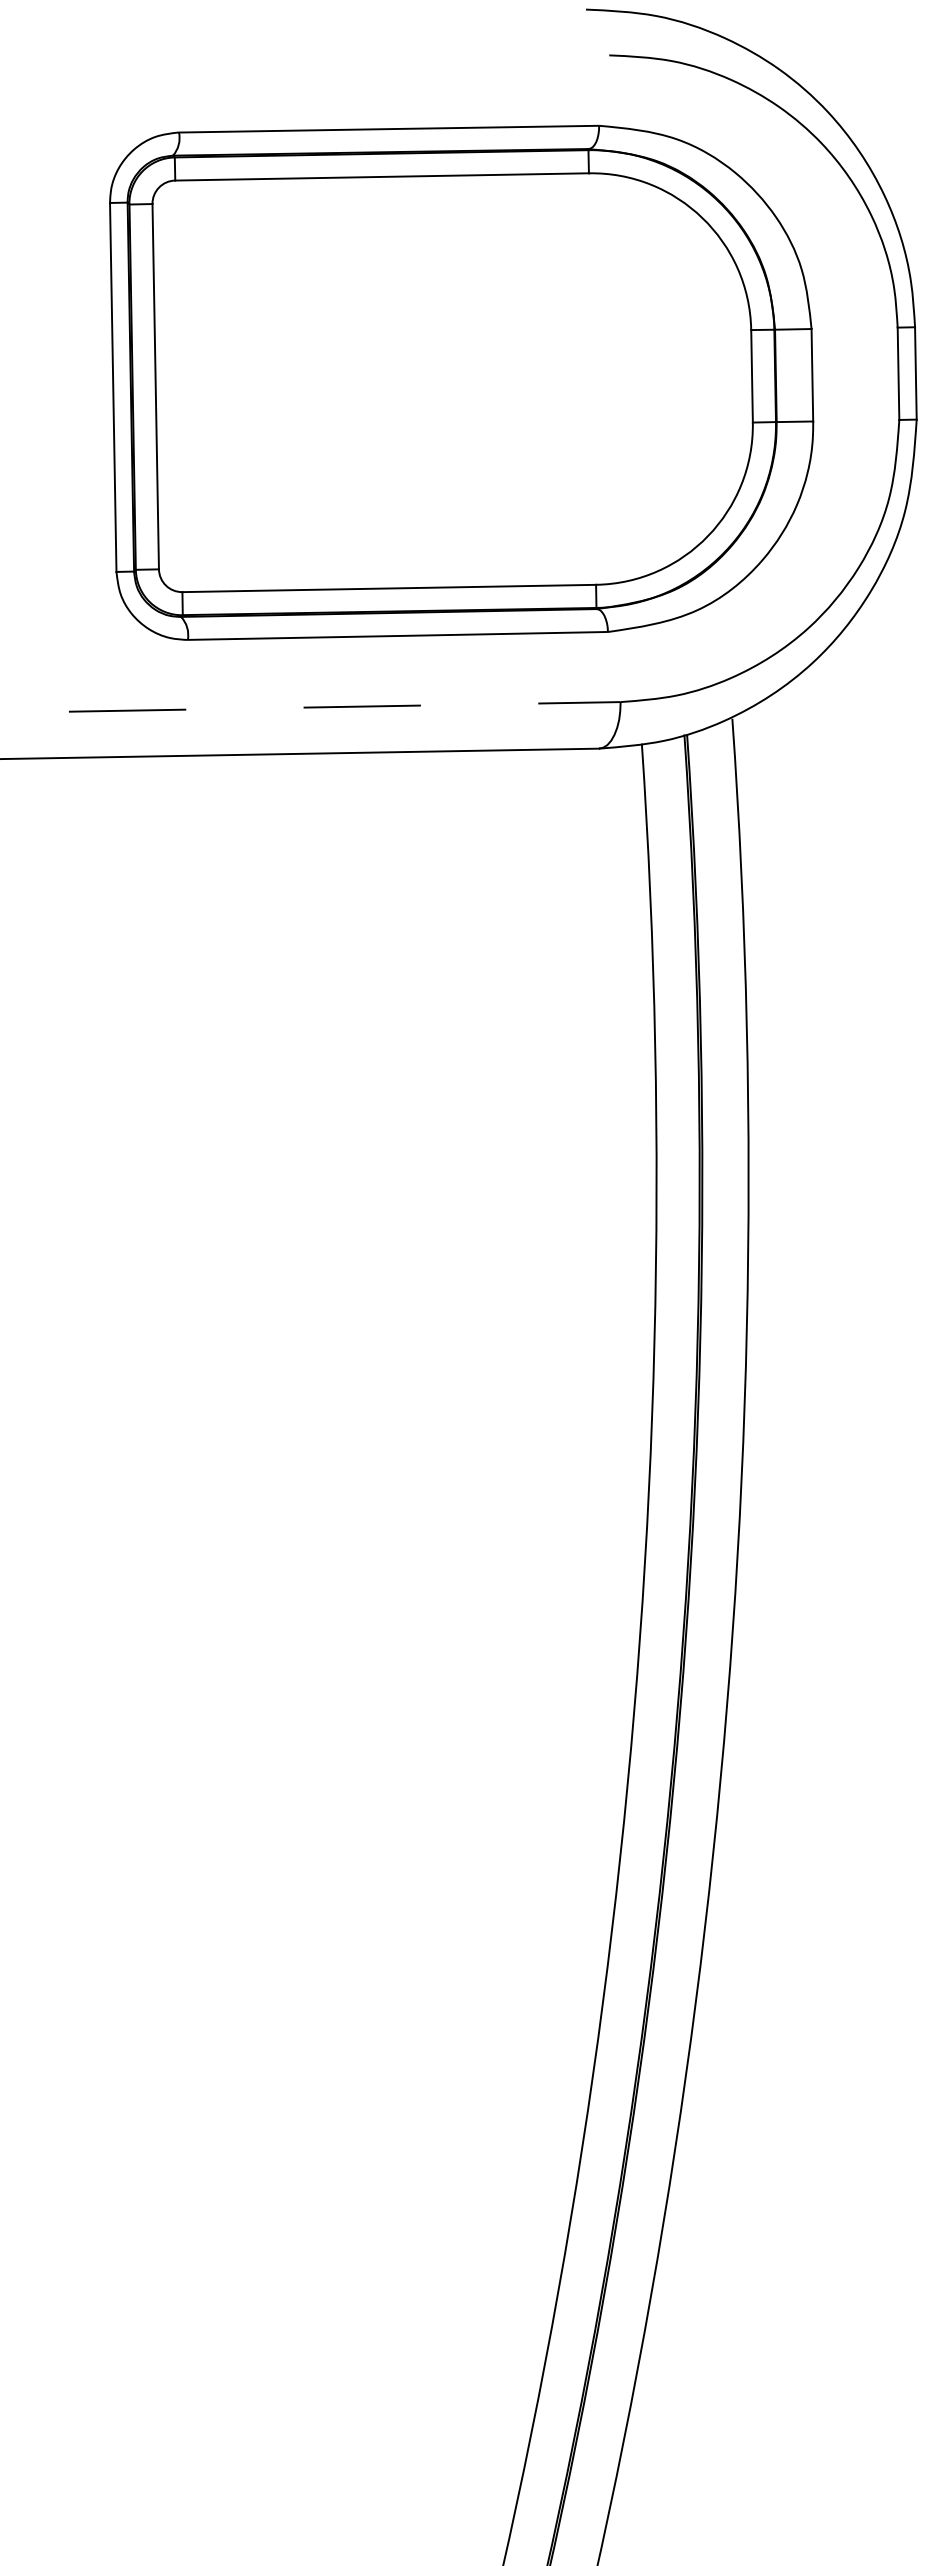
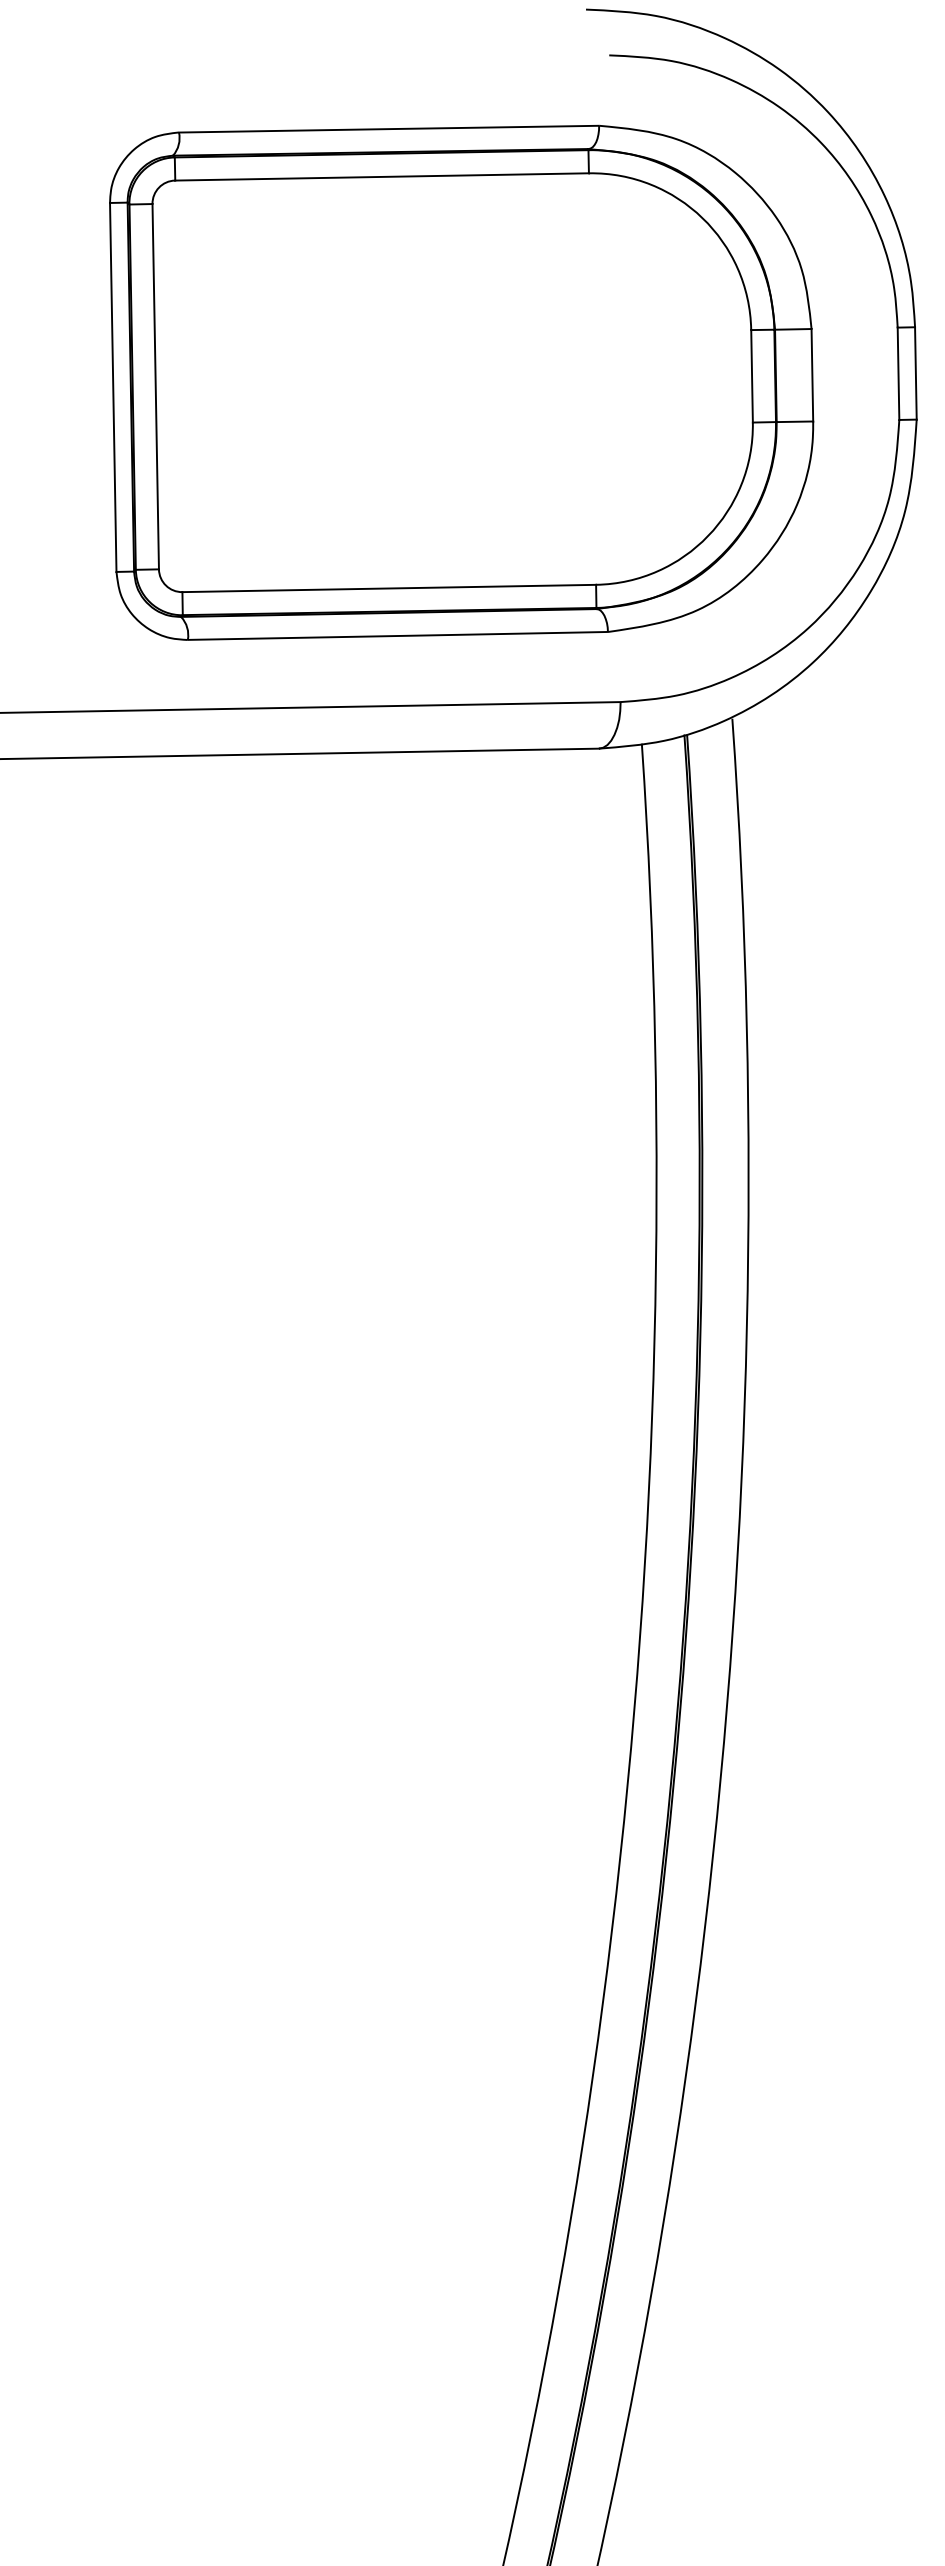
line at (310, 707): dashed -> solid
